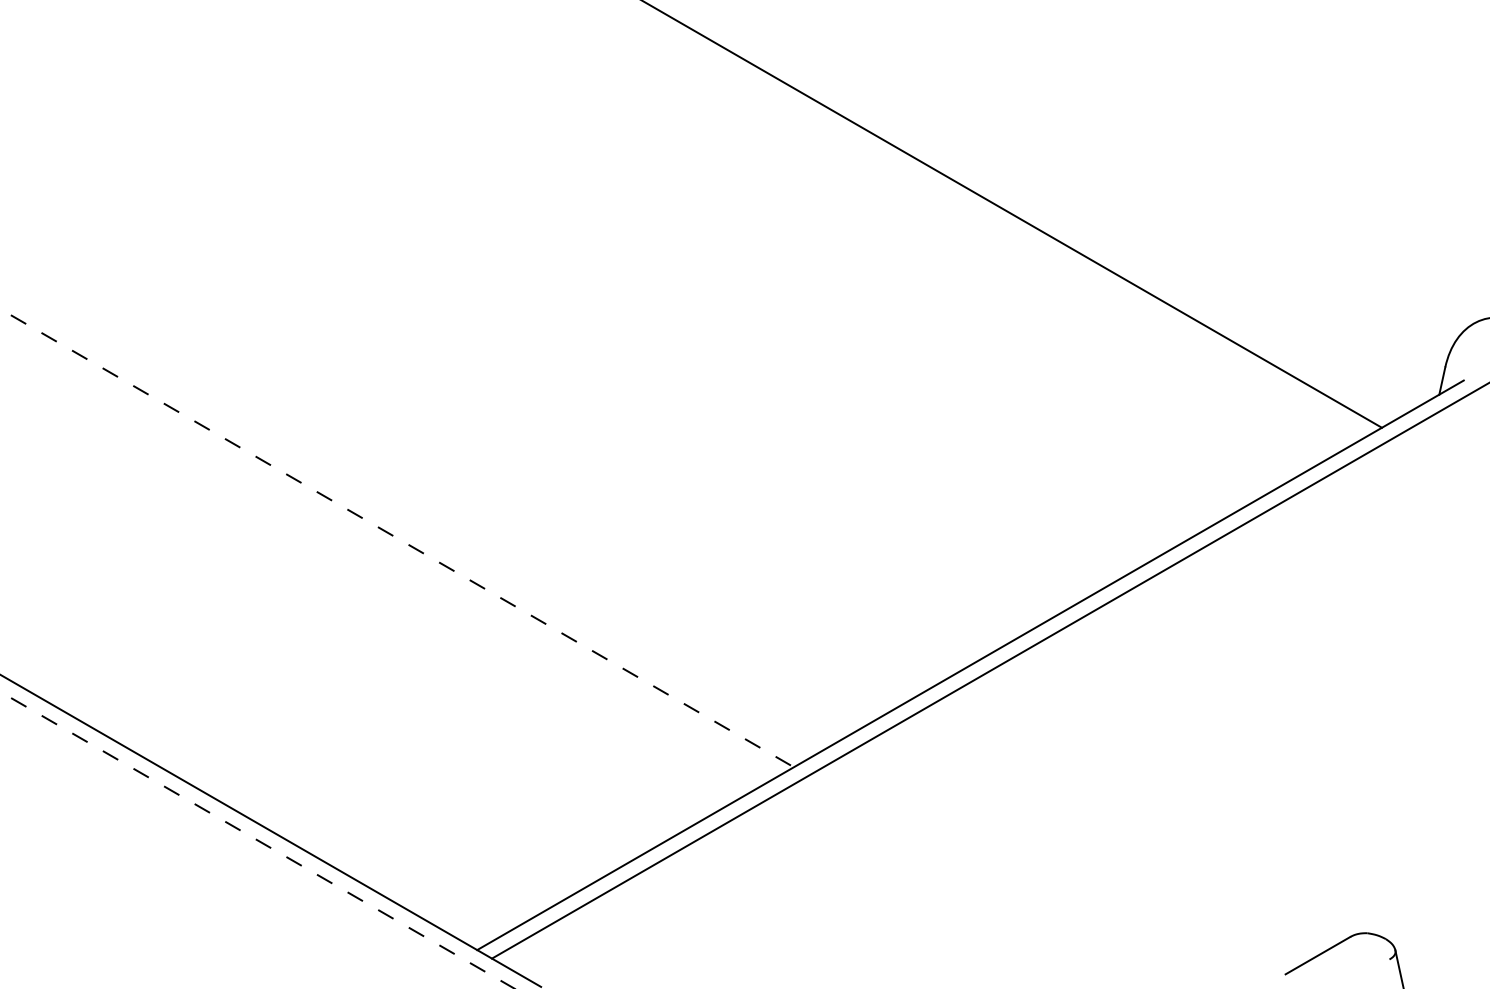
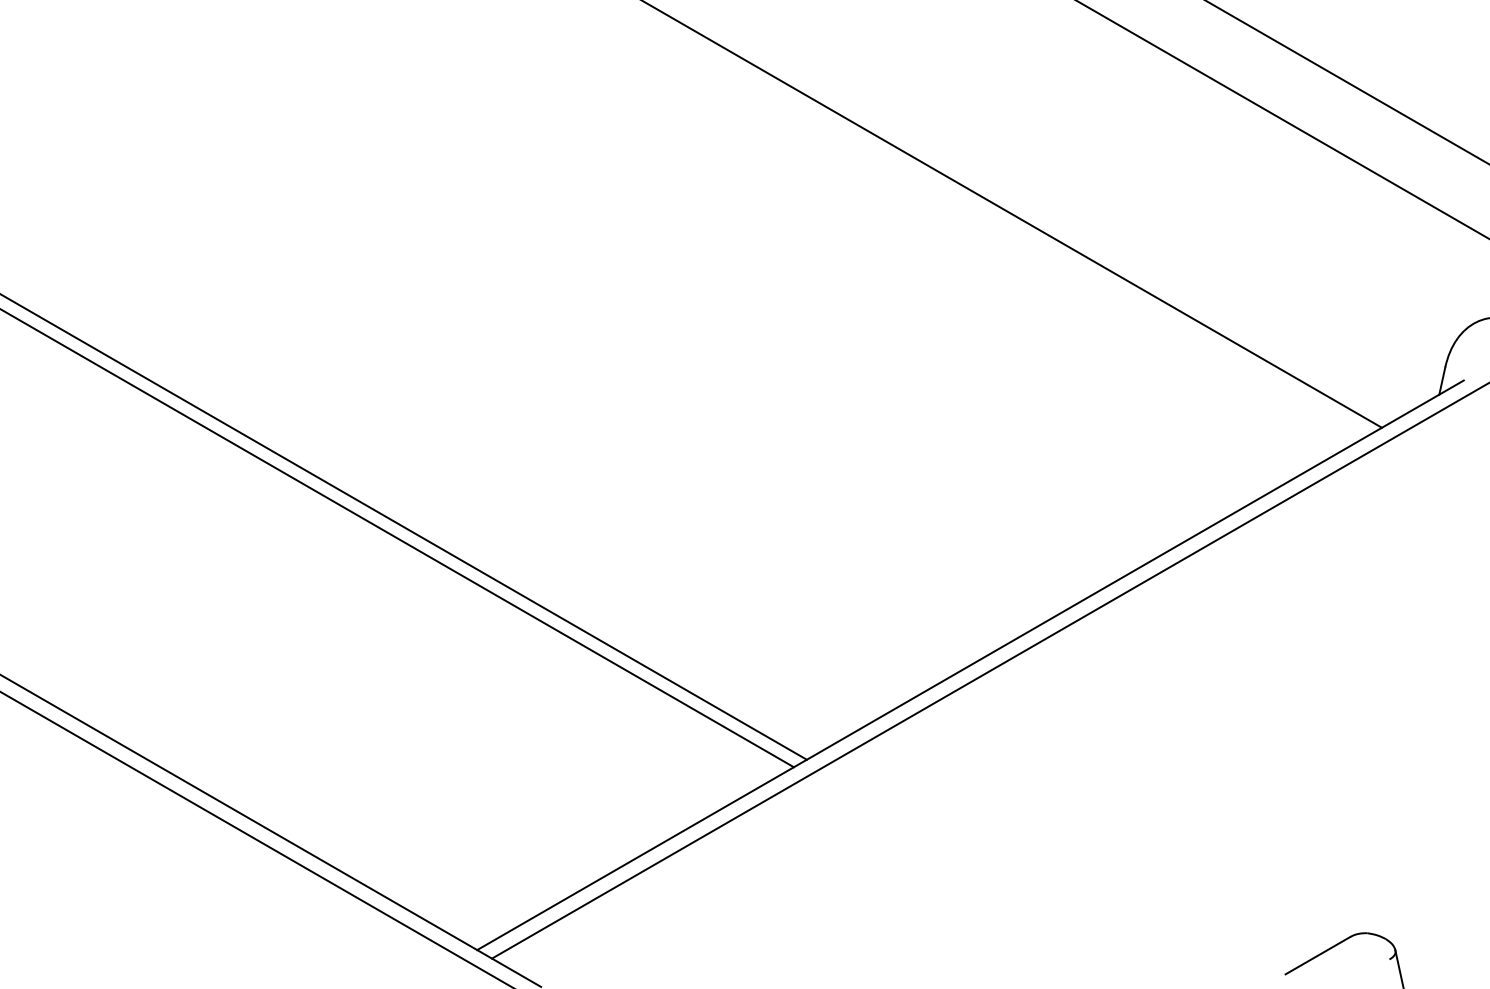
line at (1347, 82): none -> present
line at (1282, 119): none -> present
line at (404, 527): none -> present
line at (397, 538): dashed -> solid
line at (257, 840): dashed -> solid
